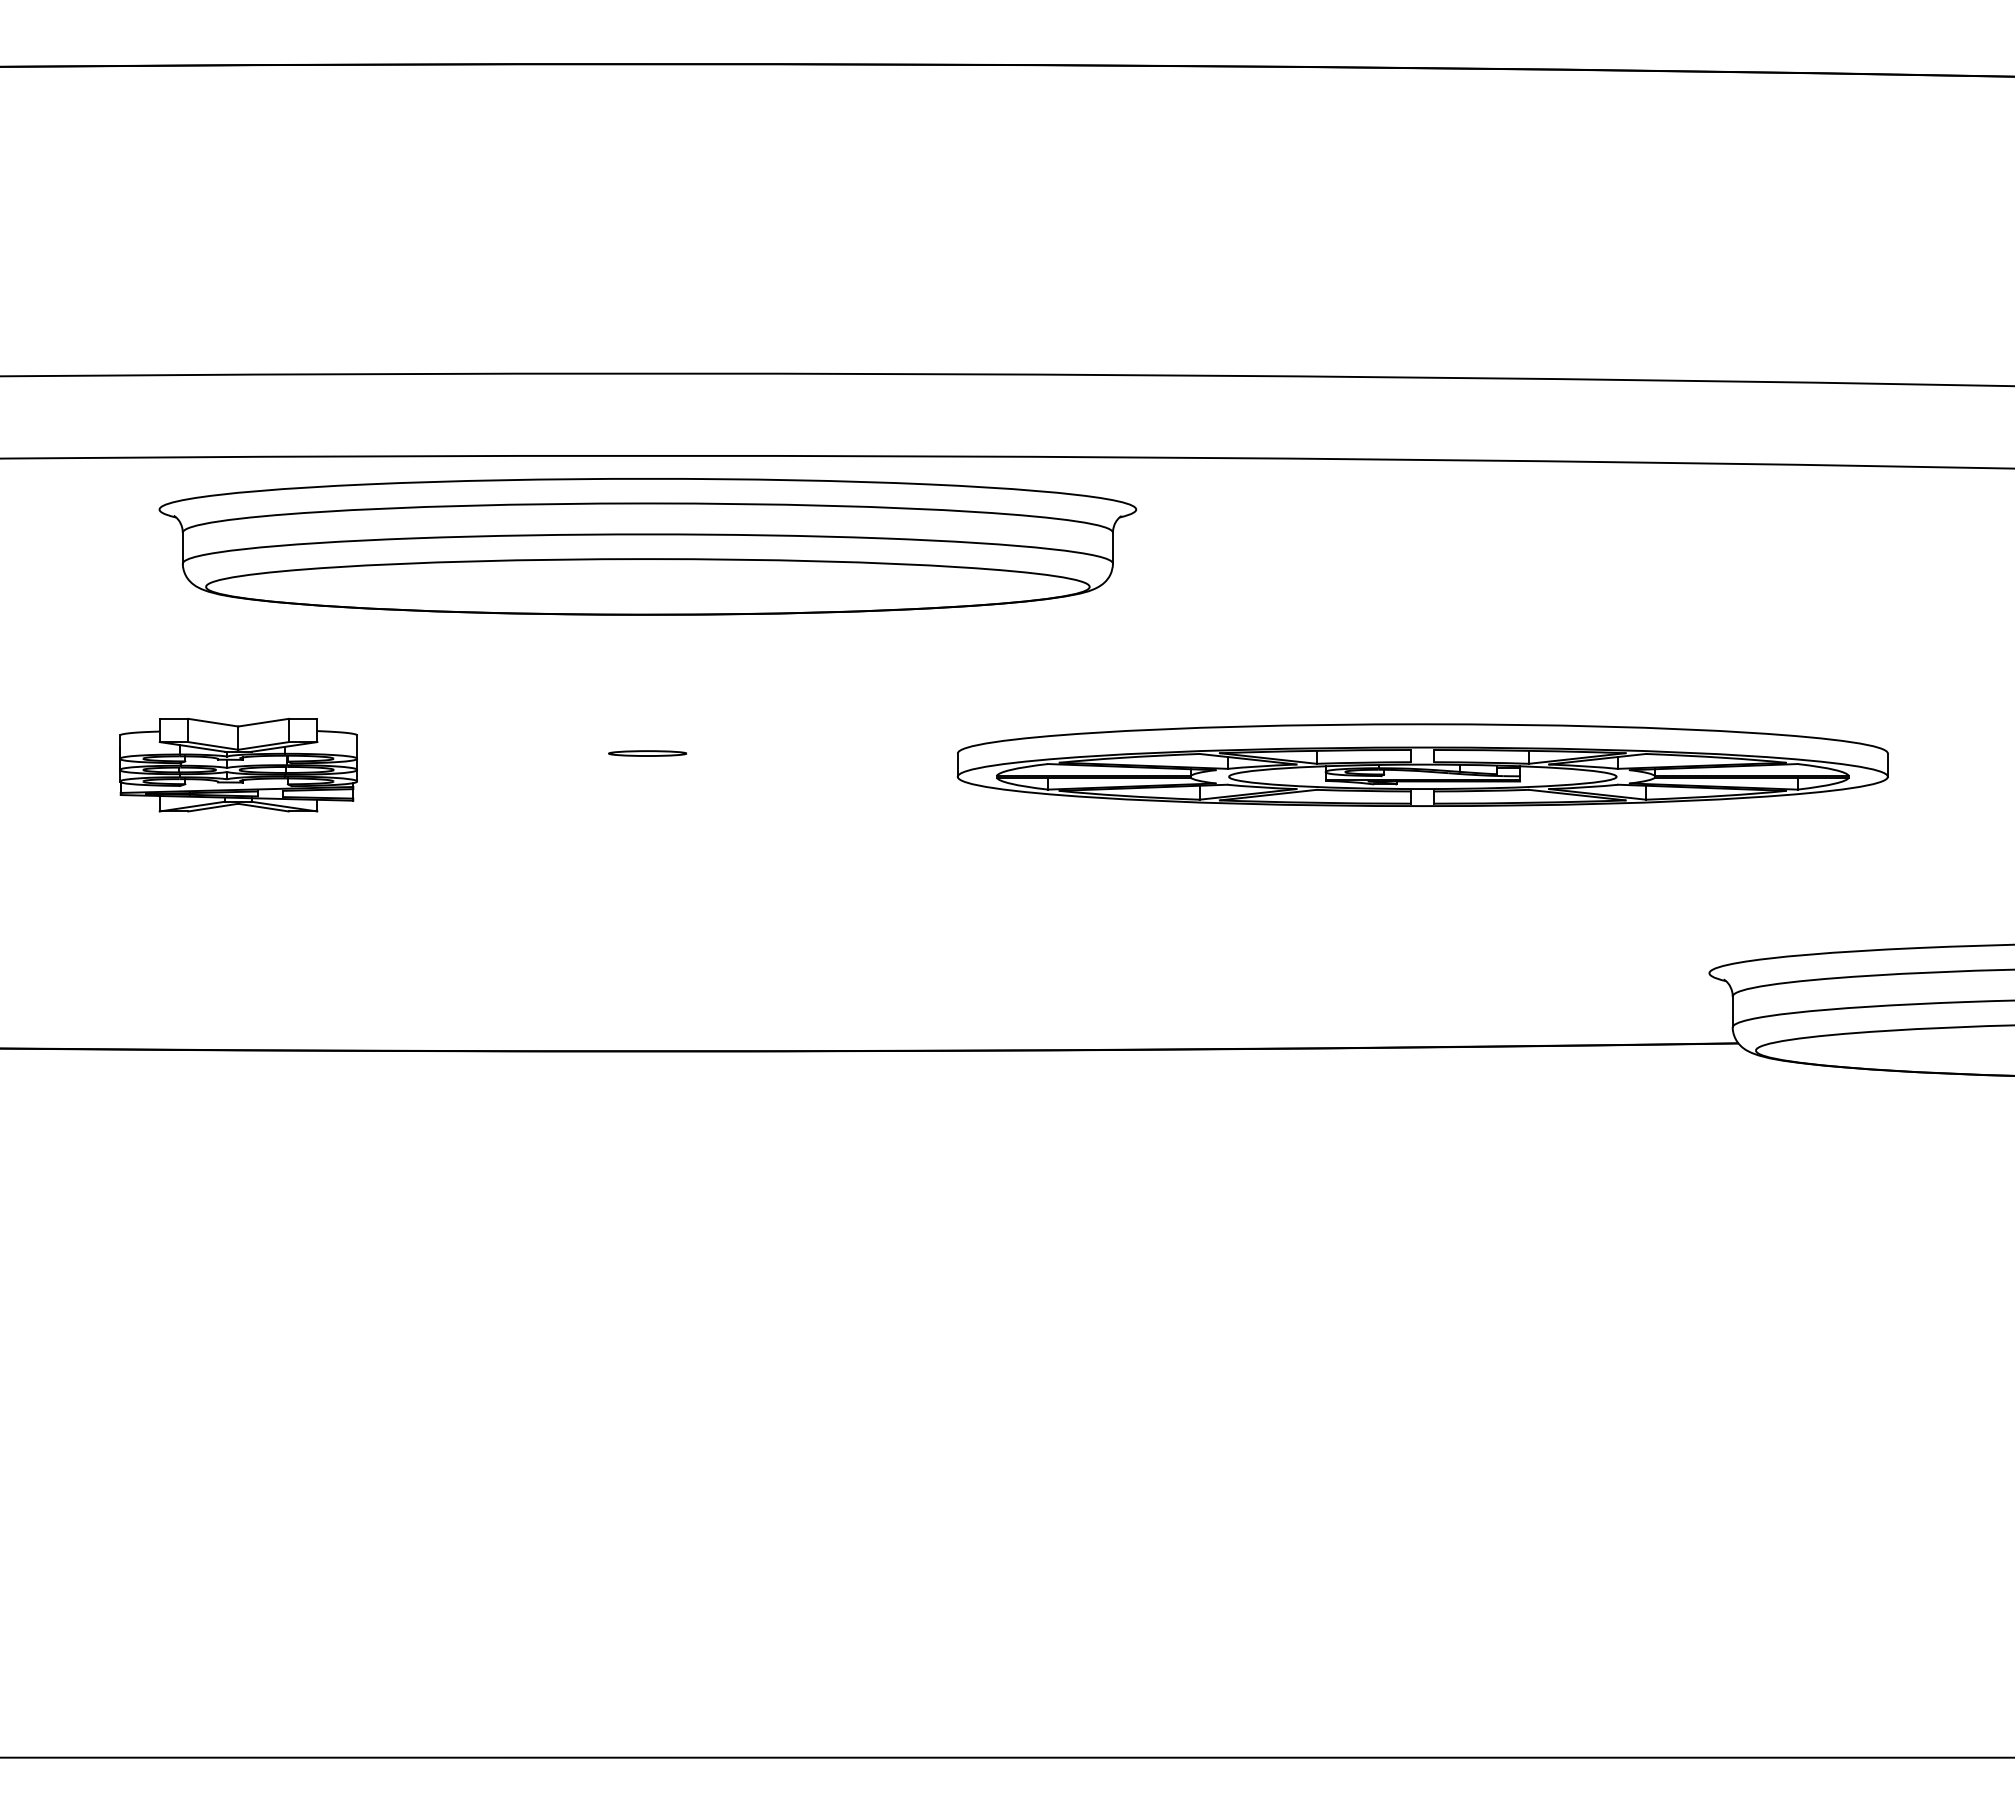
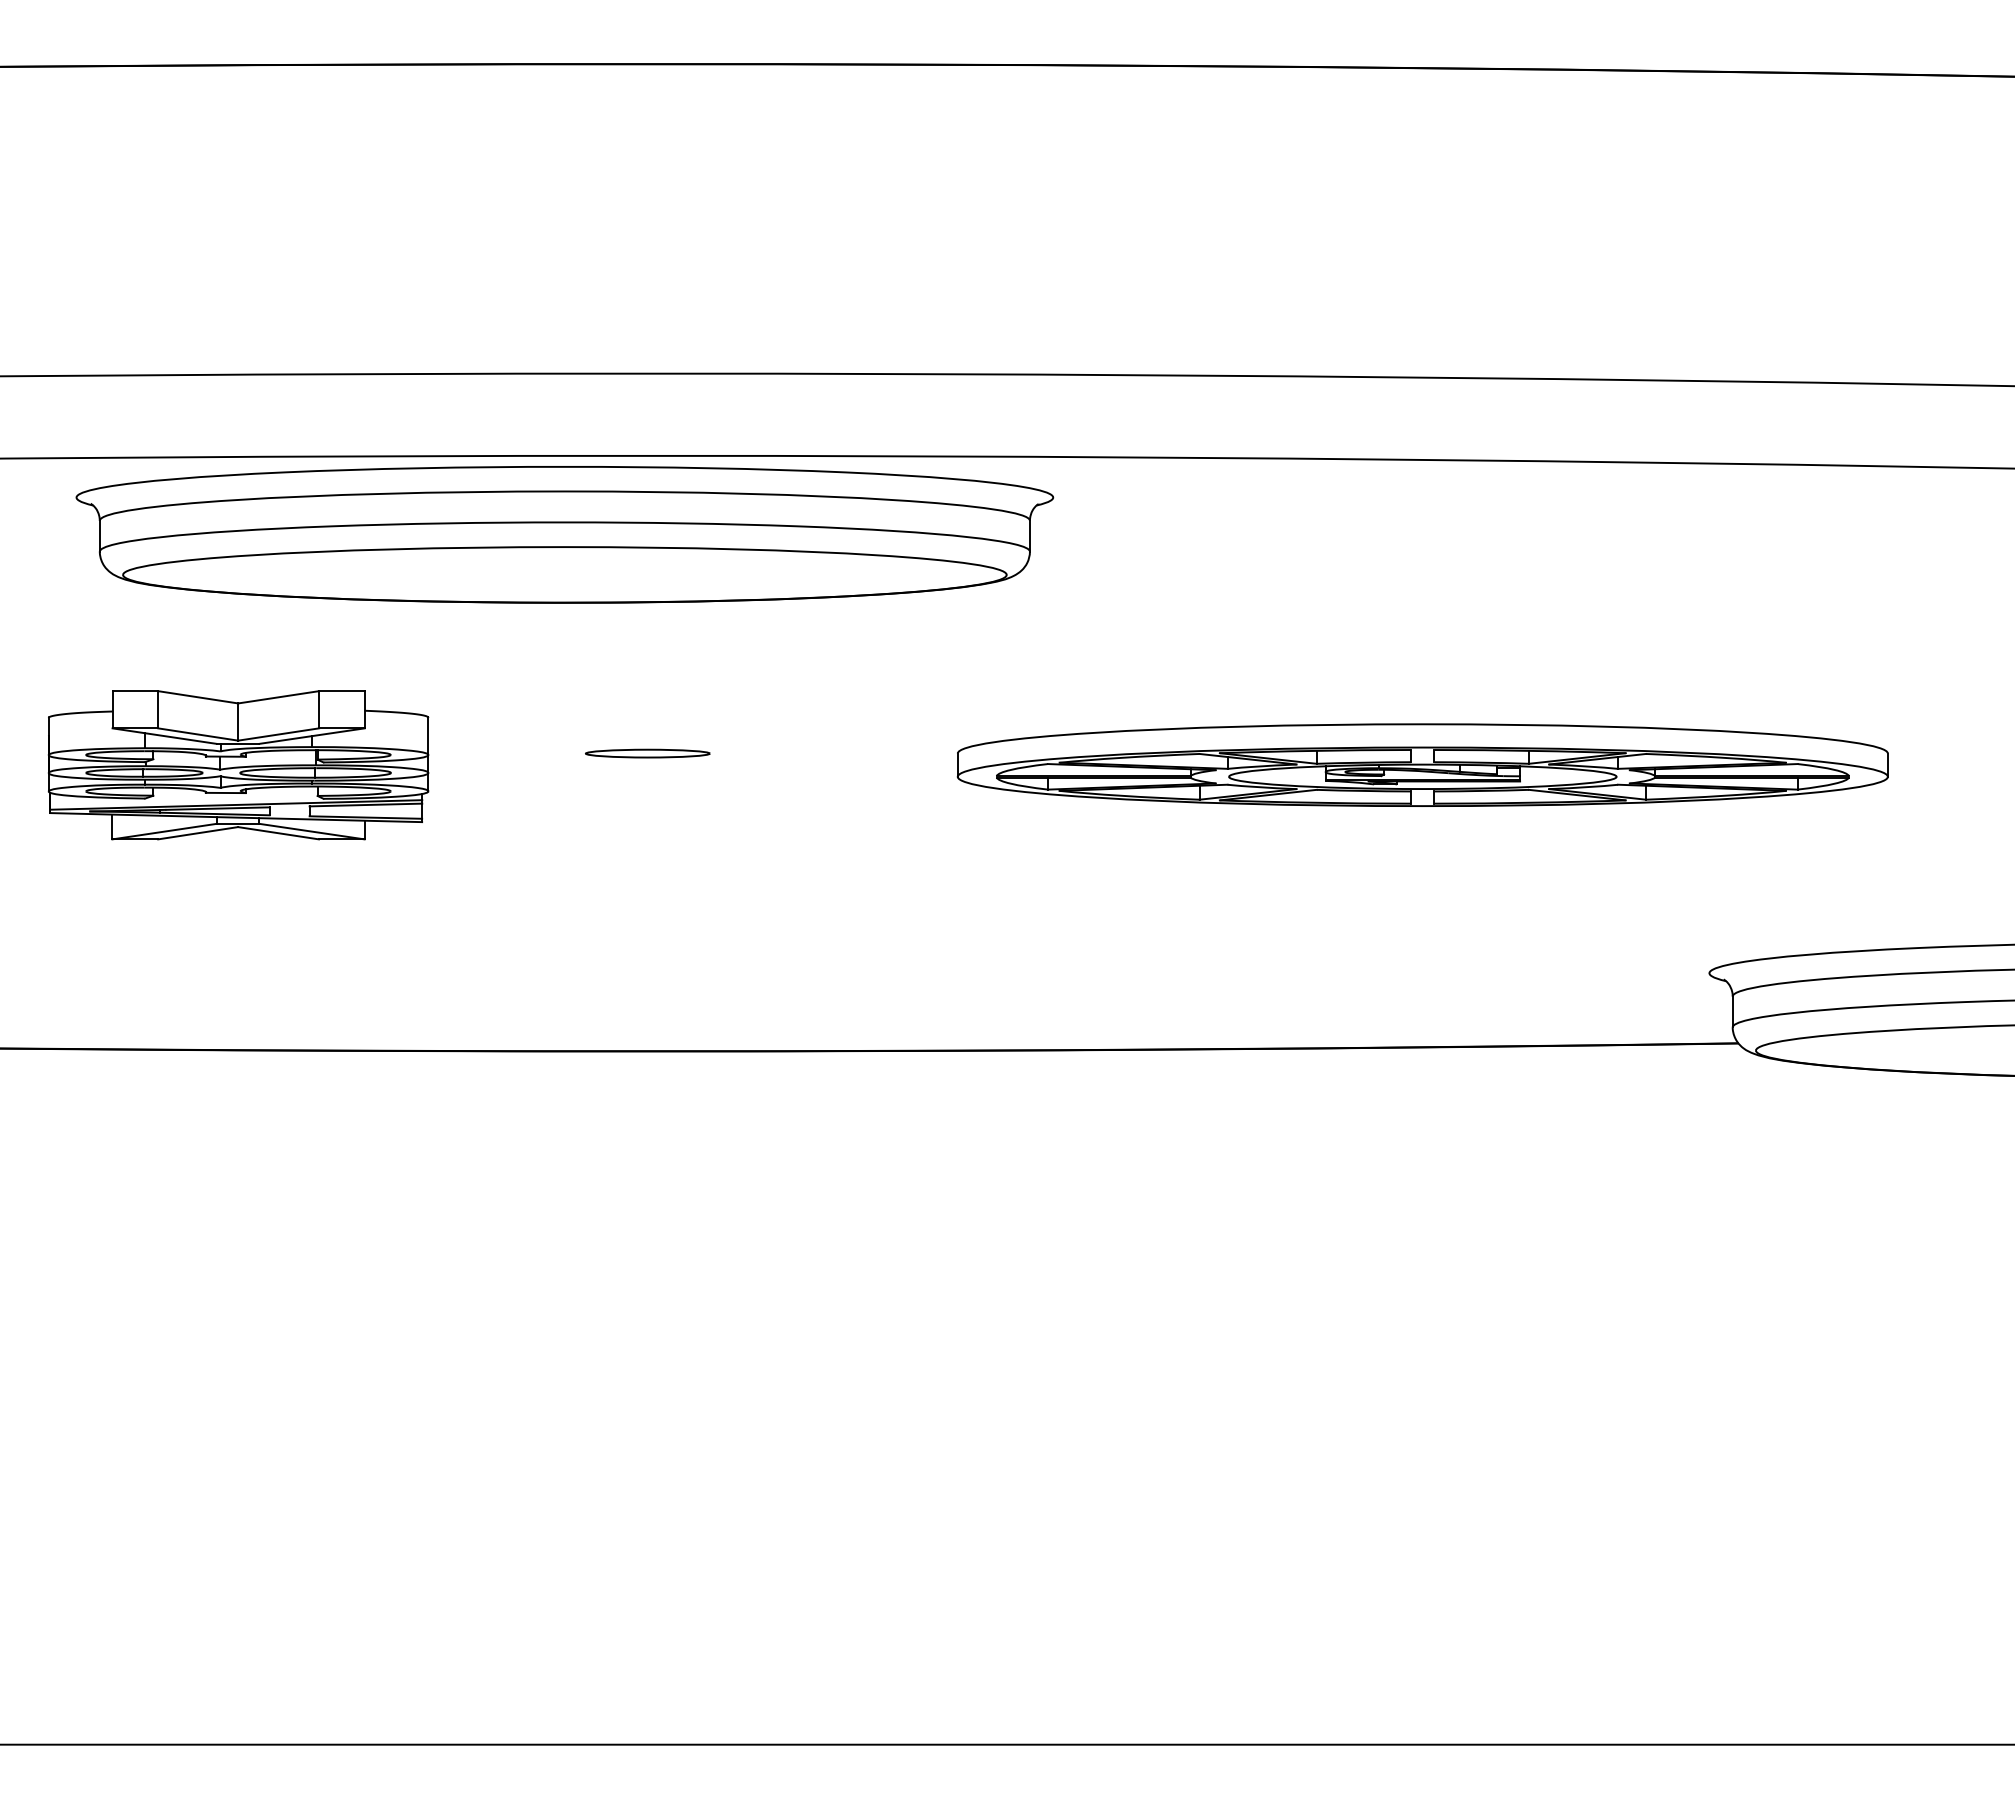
part at (647, 546) position: (647, 546) -> (564, 534)
part at (647, 753) size: 79x7 px -> 126x11 px
part at (238, 764) size: 239x96 px -> 383x151 px
line at (1006, 1757) position: (1006, 1757) -> (1006, 1744)
